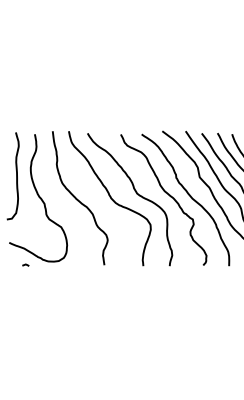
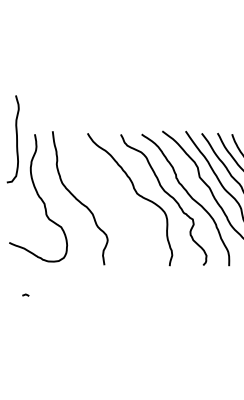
curve at (16, 176) position: (16, 176) -> (16, 139)
curve at (109, 197): present -> none
line at (25, 264) position: (25, 264) -> (25, 294)
